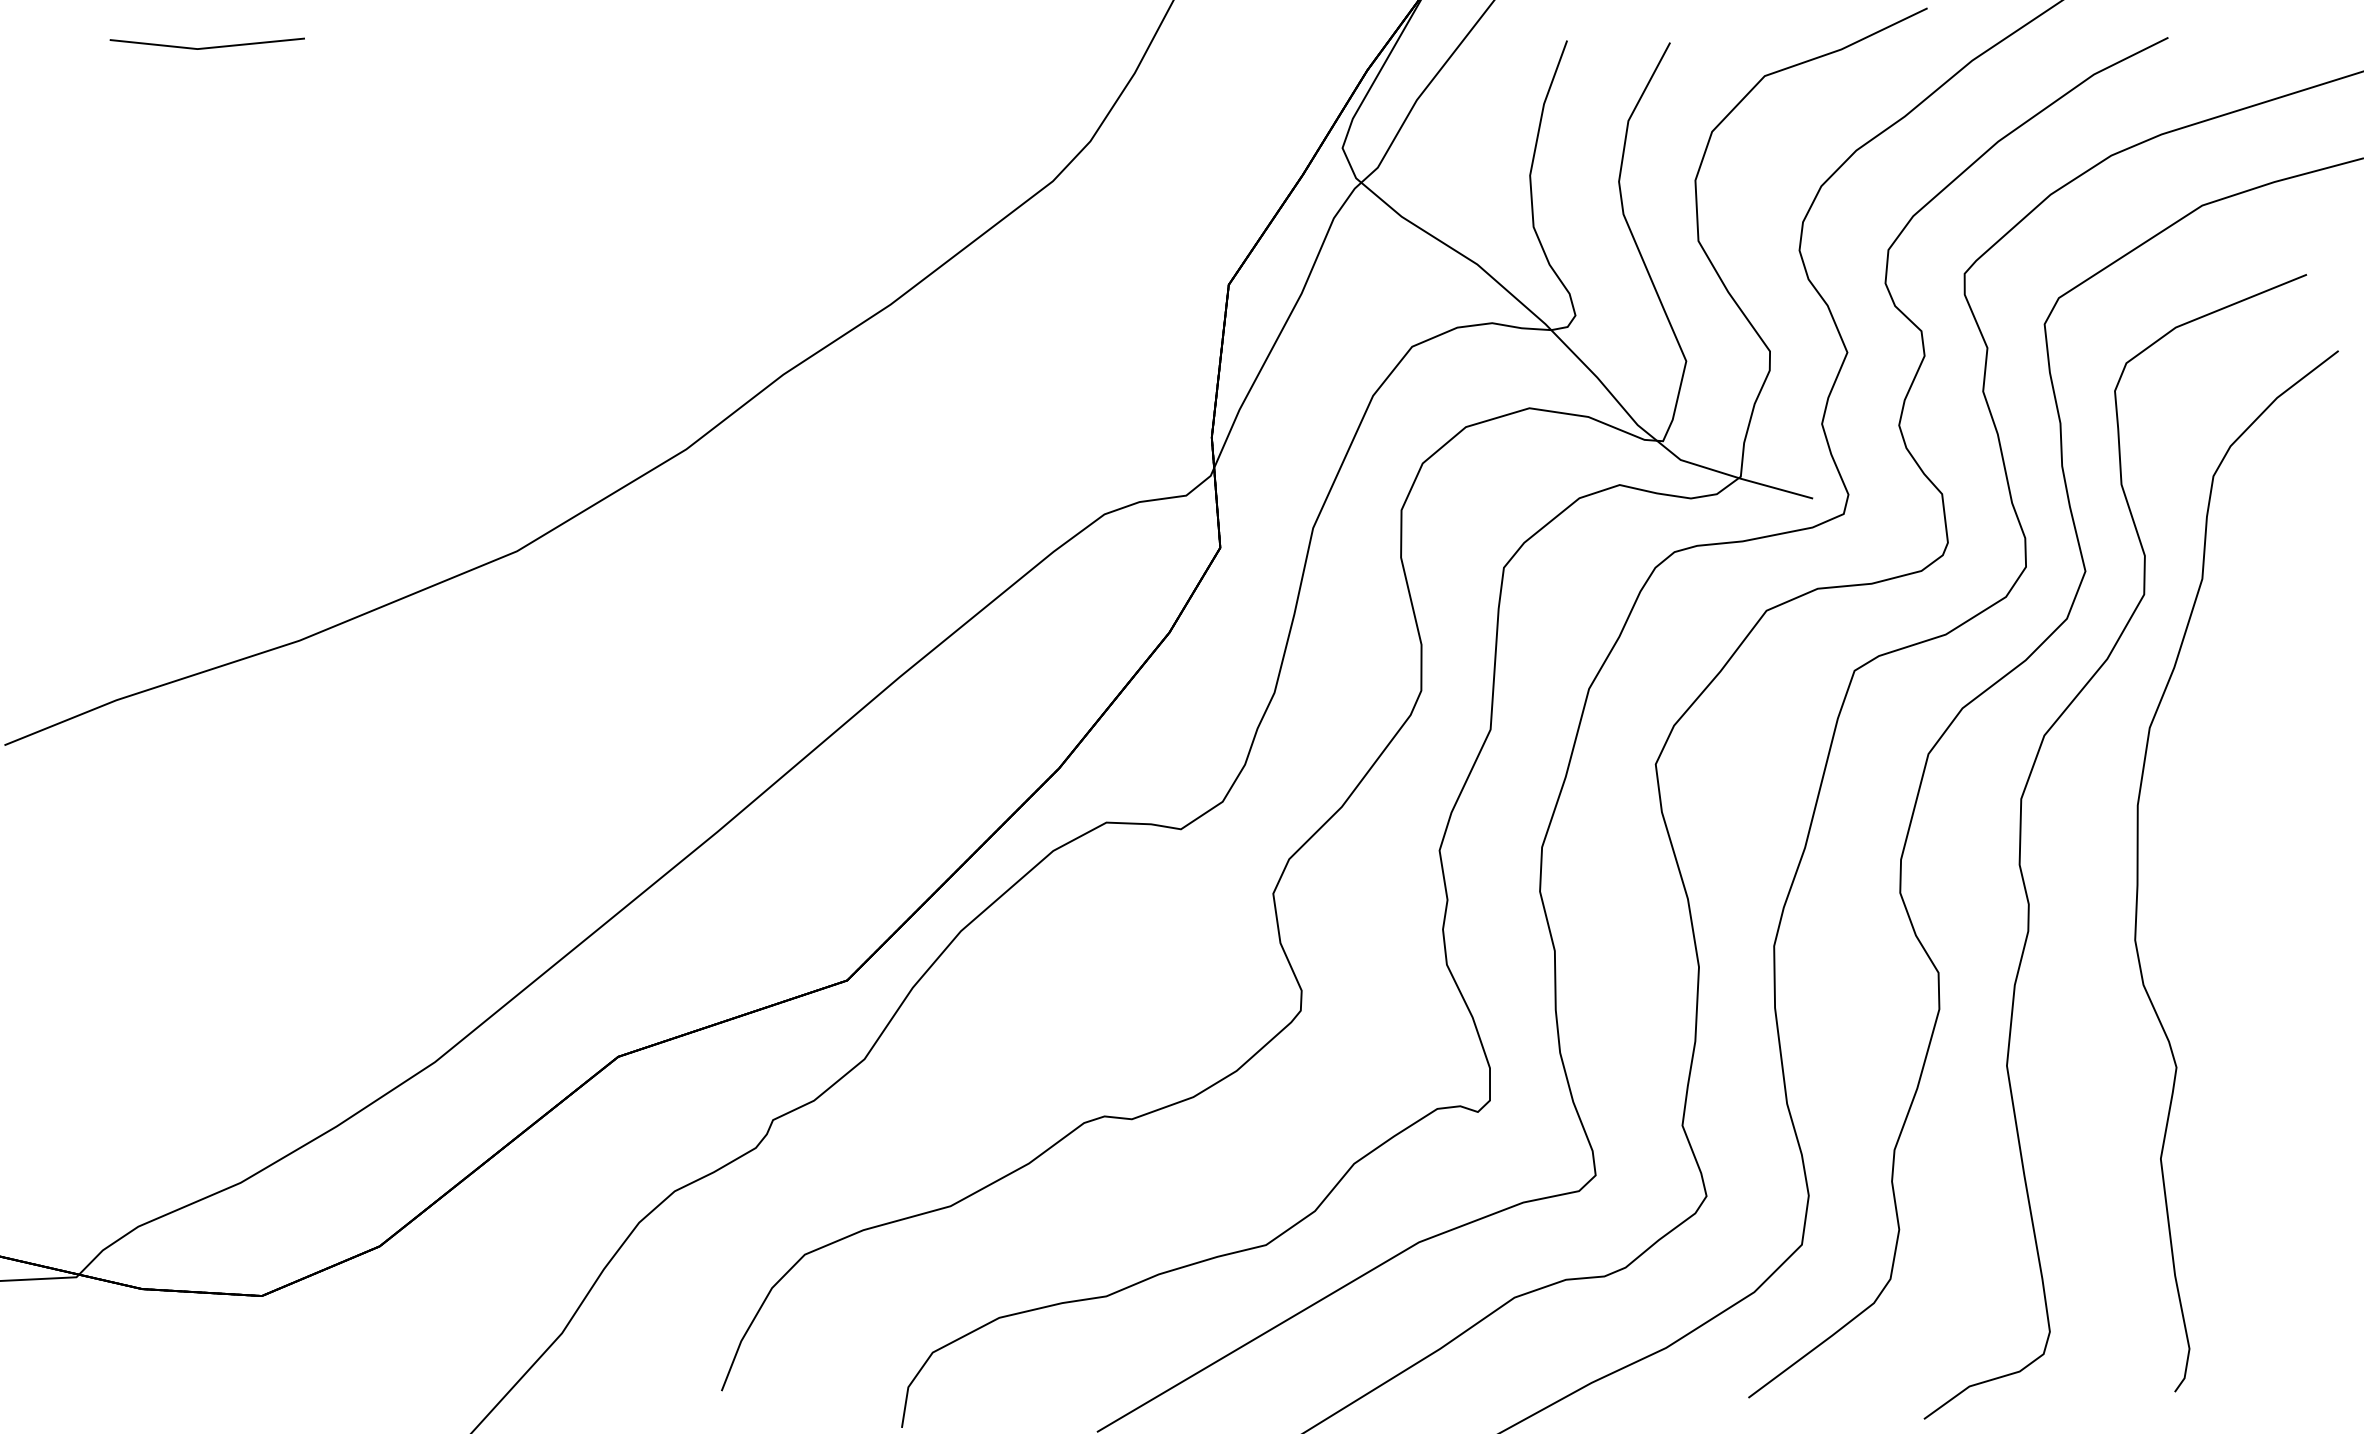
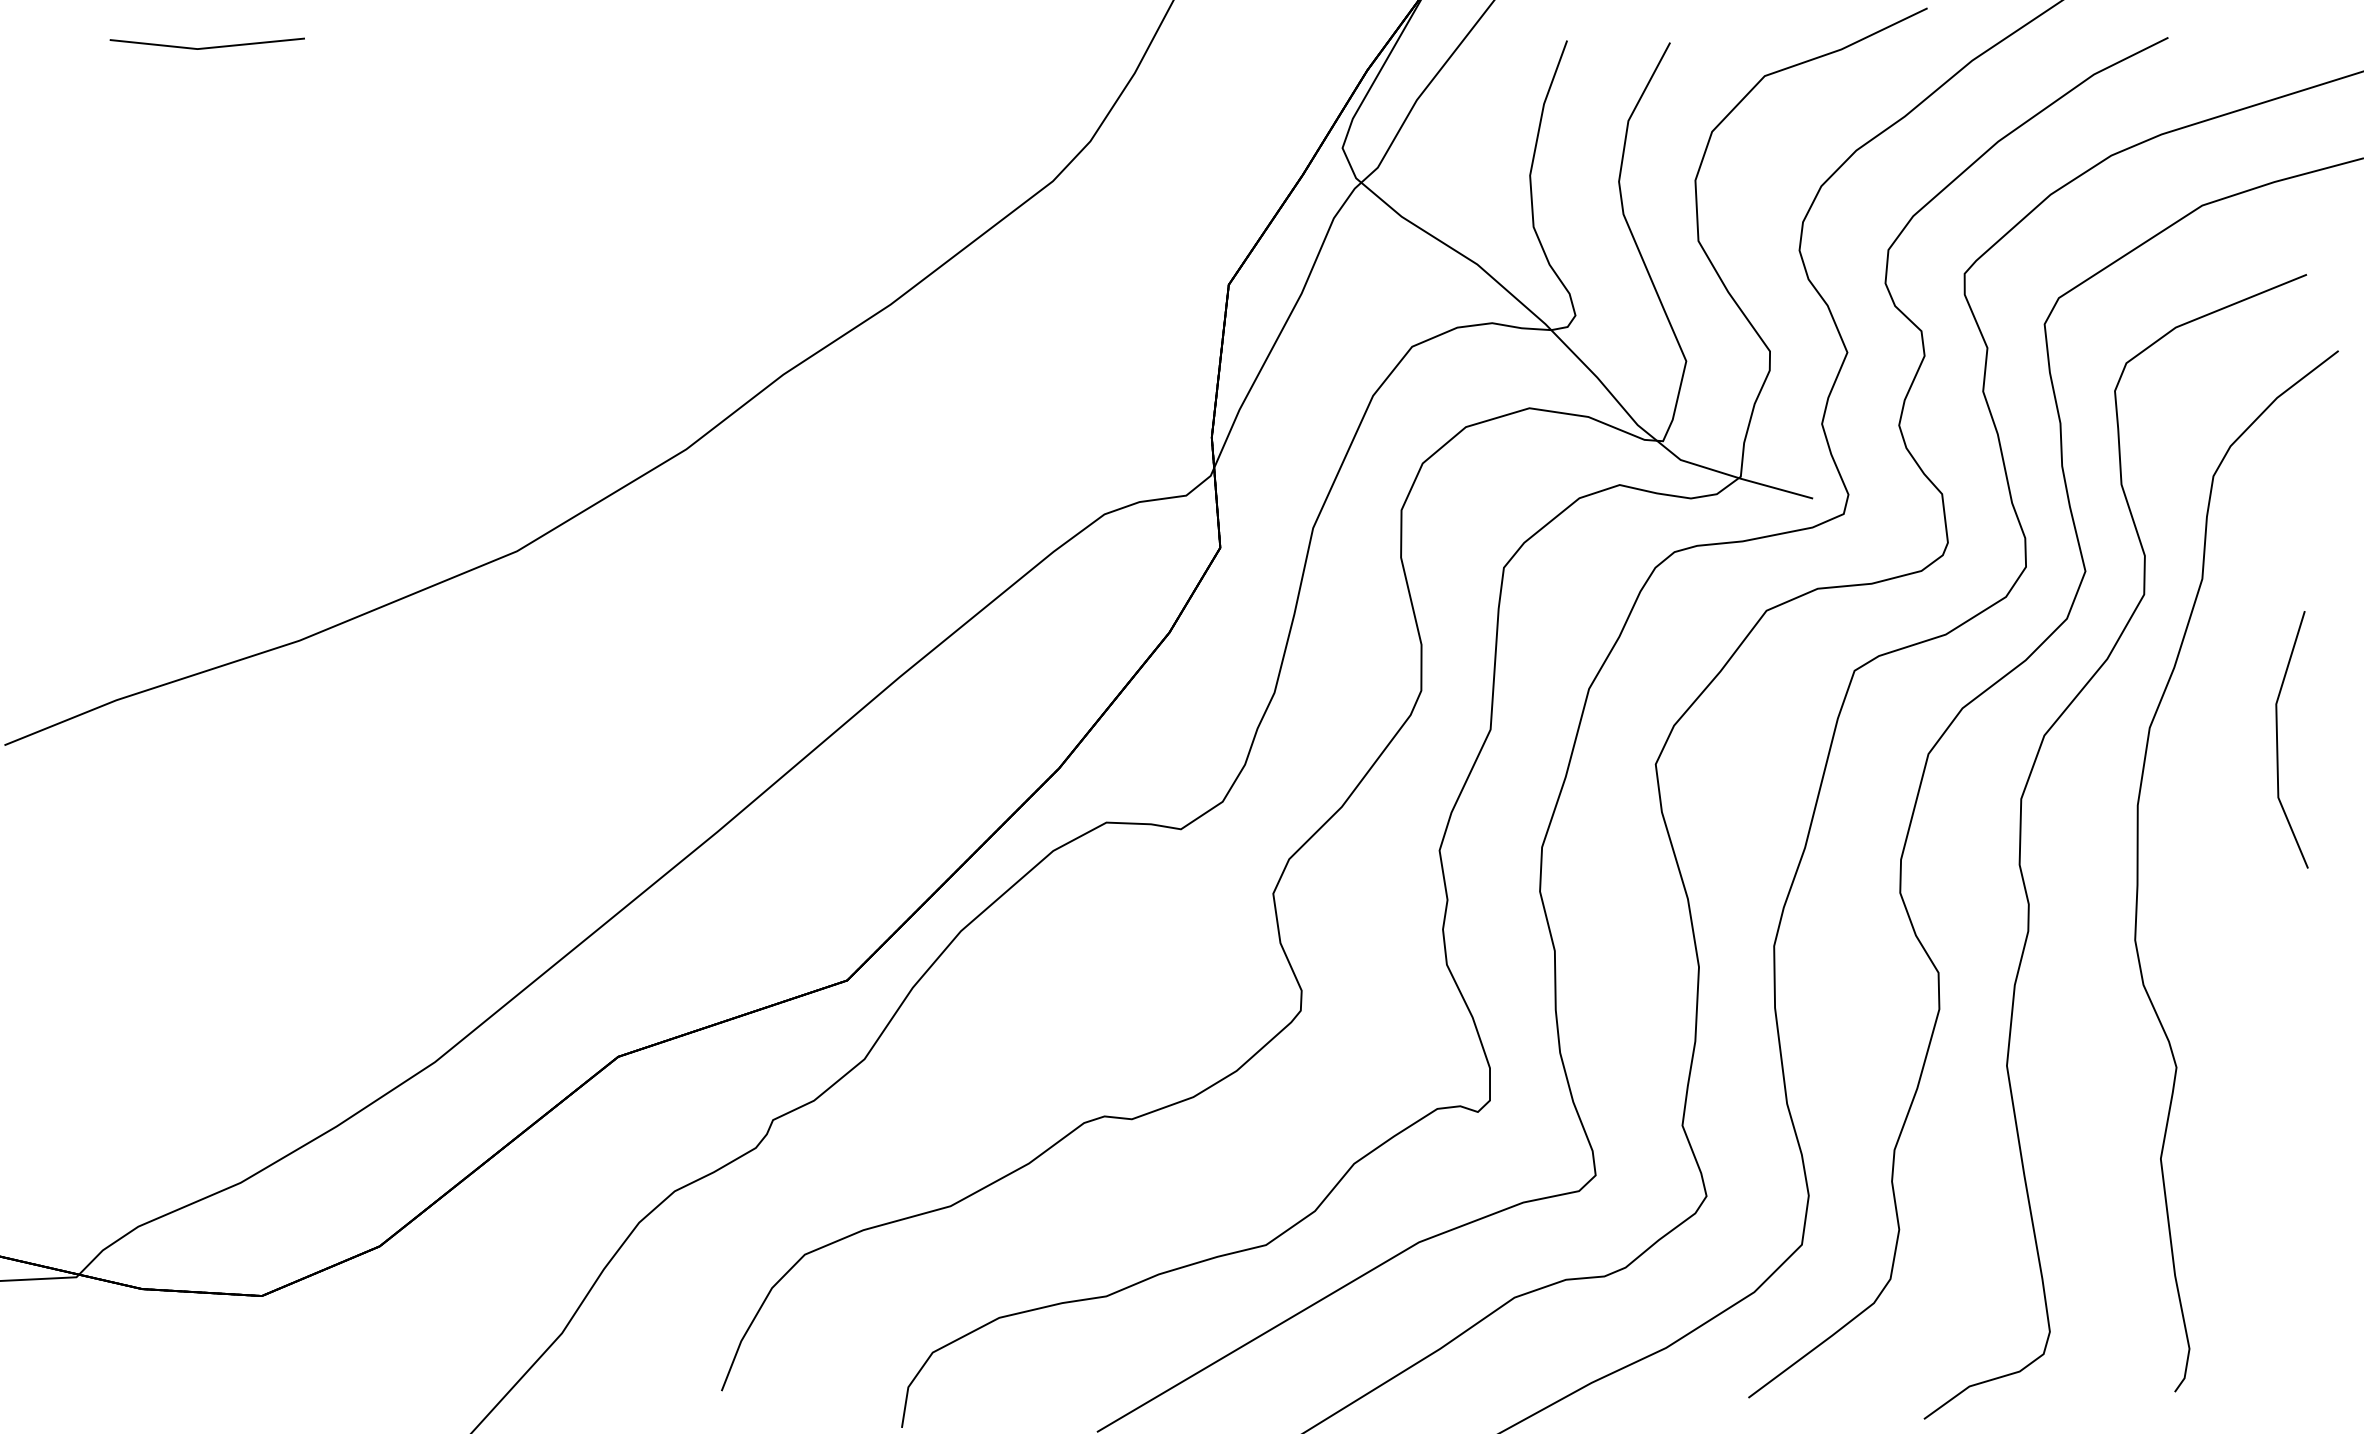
part at (2278, 744): none -> present
